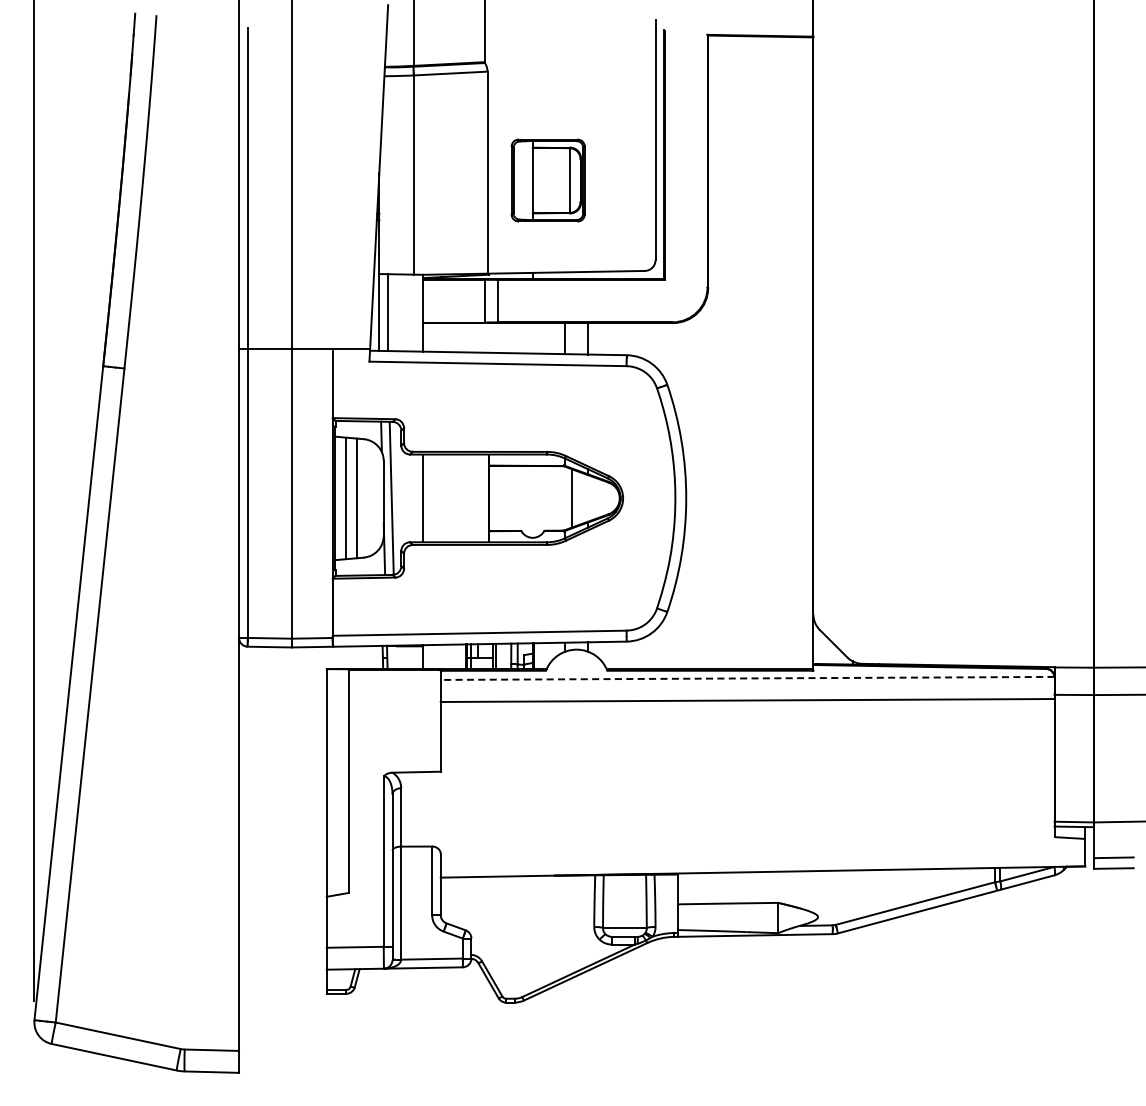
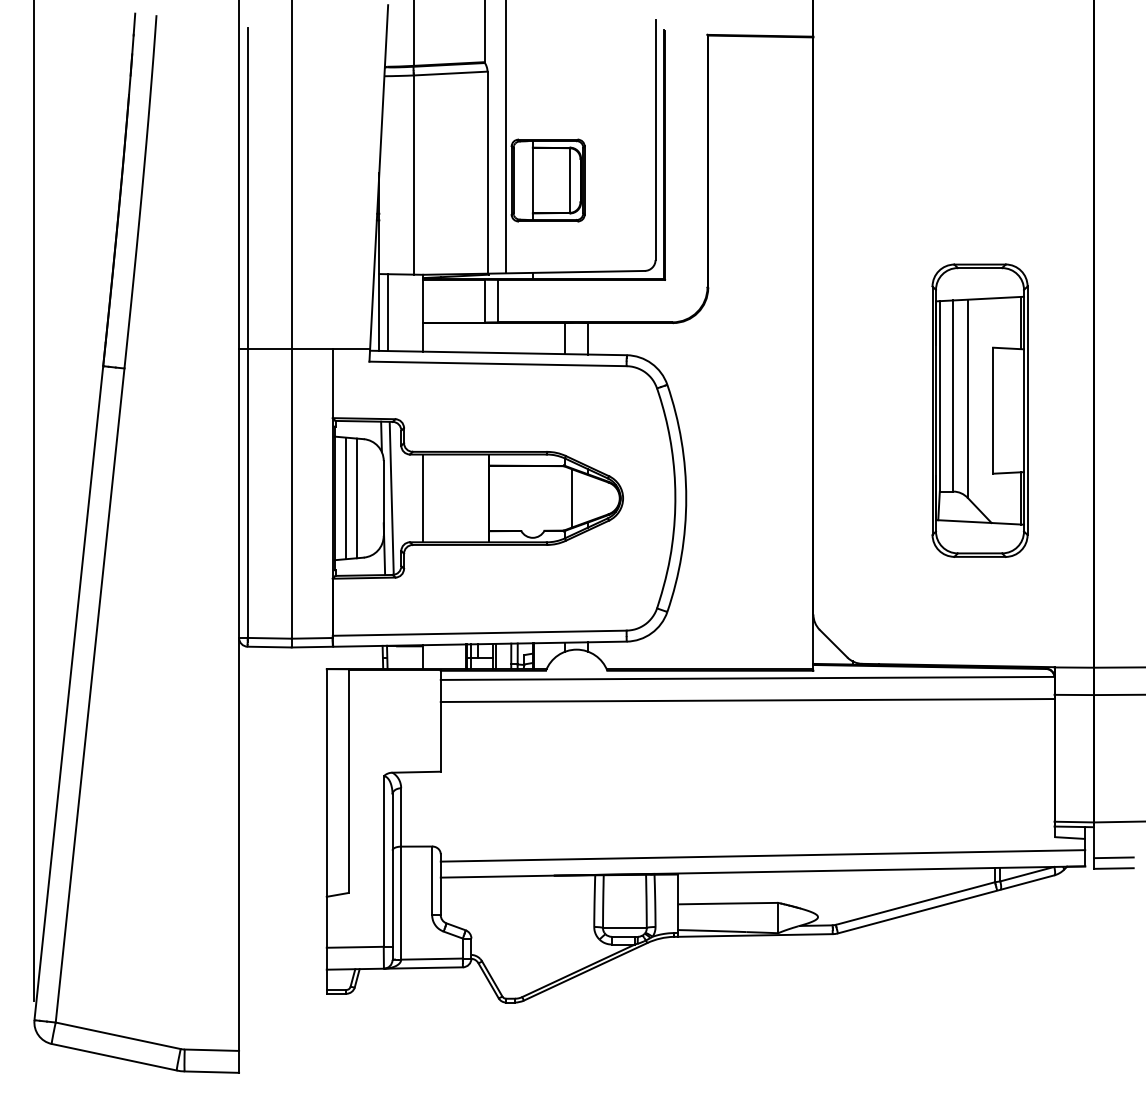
line at (506, 137): none -> present
part at (979, 410): none -> present
line at (747, 678): dashed -> solid
line at (762, 855): none -> present
